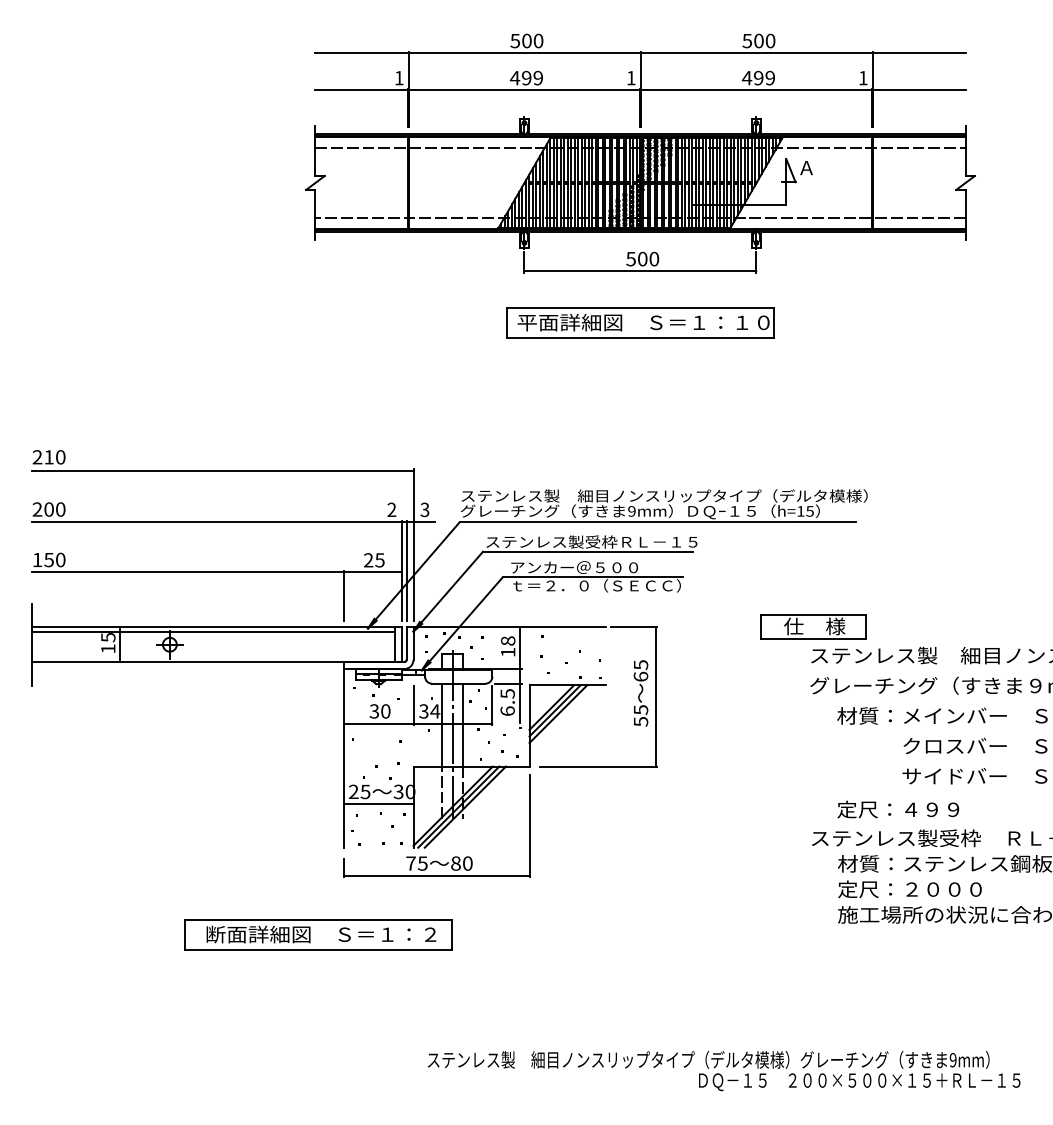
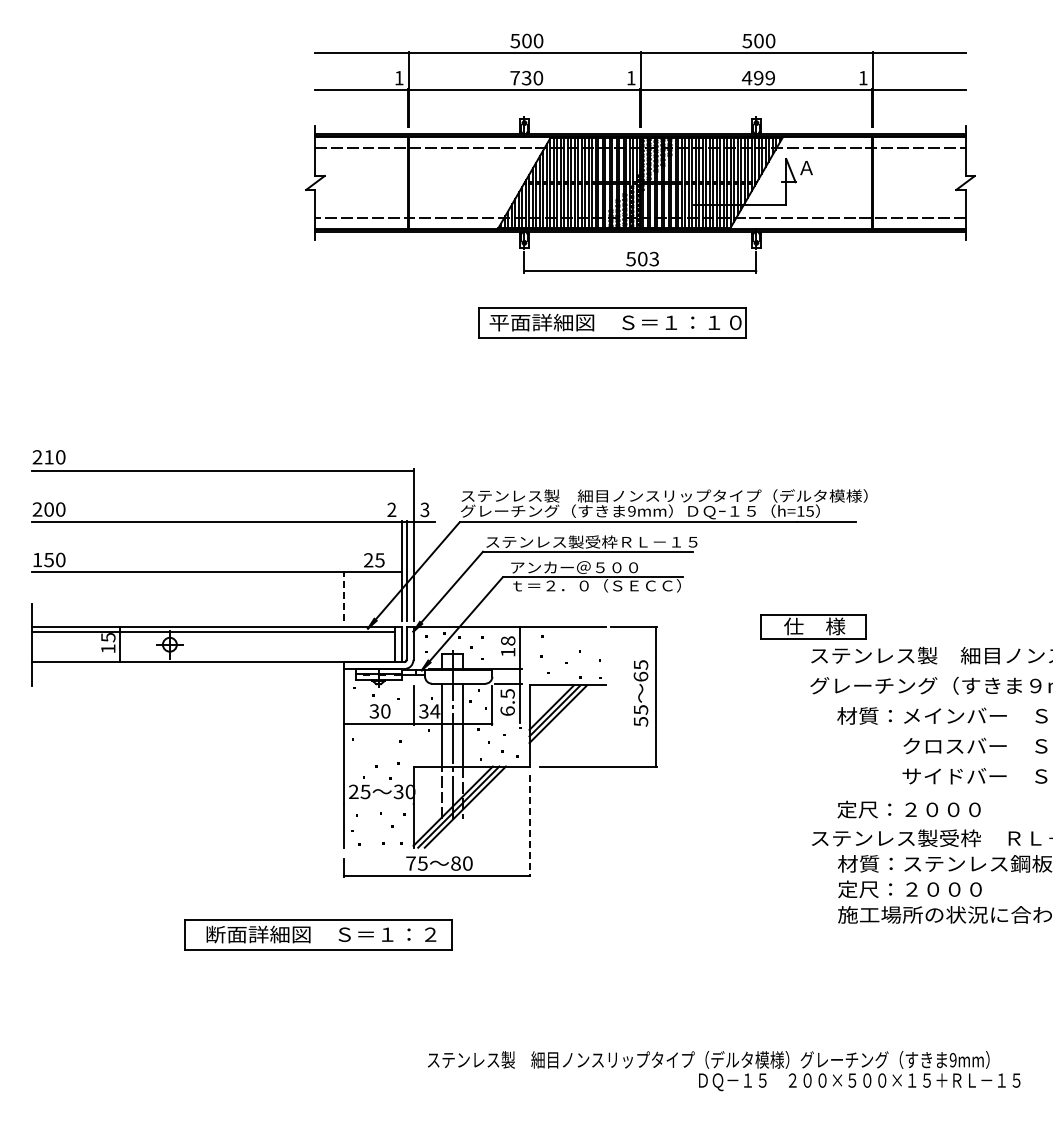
text at (526, 78): 499 -> 730
text at (654, 259): 500 -> 503
part at (640, 322) position: (640, 322) -> (612, 322)
line at (343, 595): solid -> dashed
line at (378, 803): present -> none
text at (942, 809): 定尺：４９９ -> 定尺：２０００
line at (529, 826): solid -> dashed
